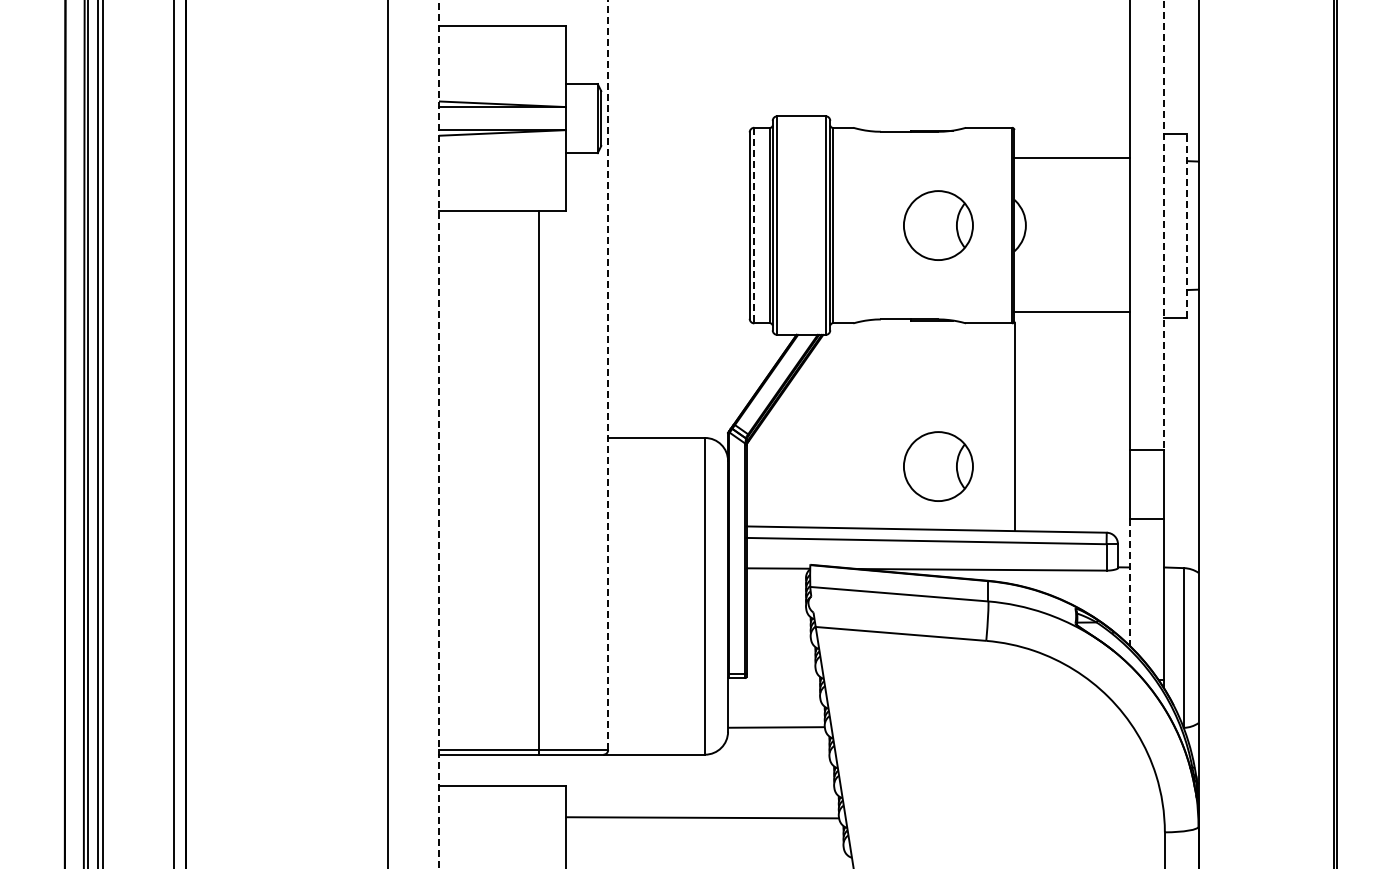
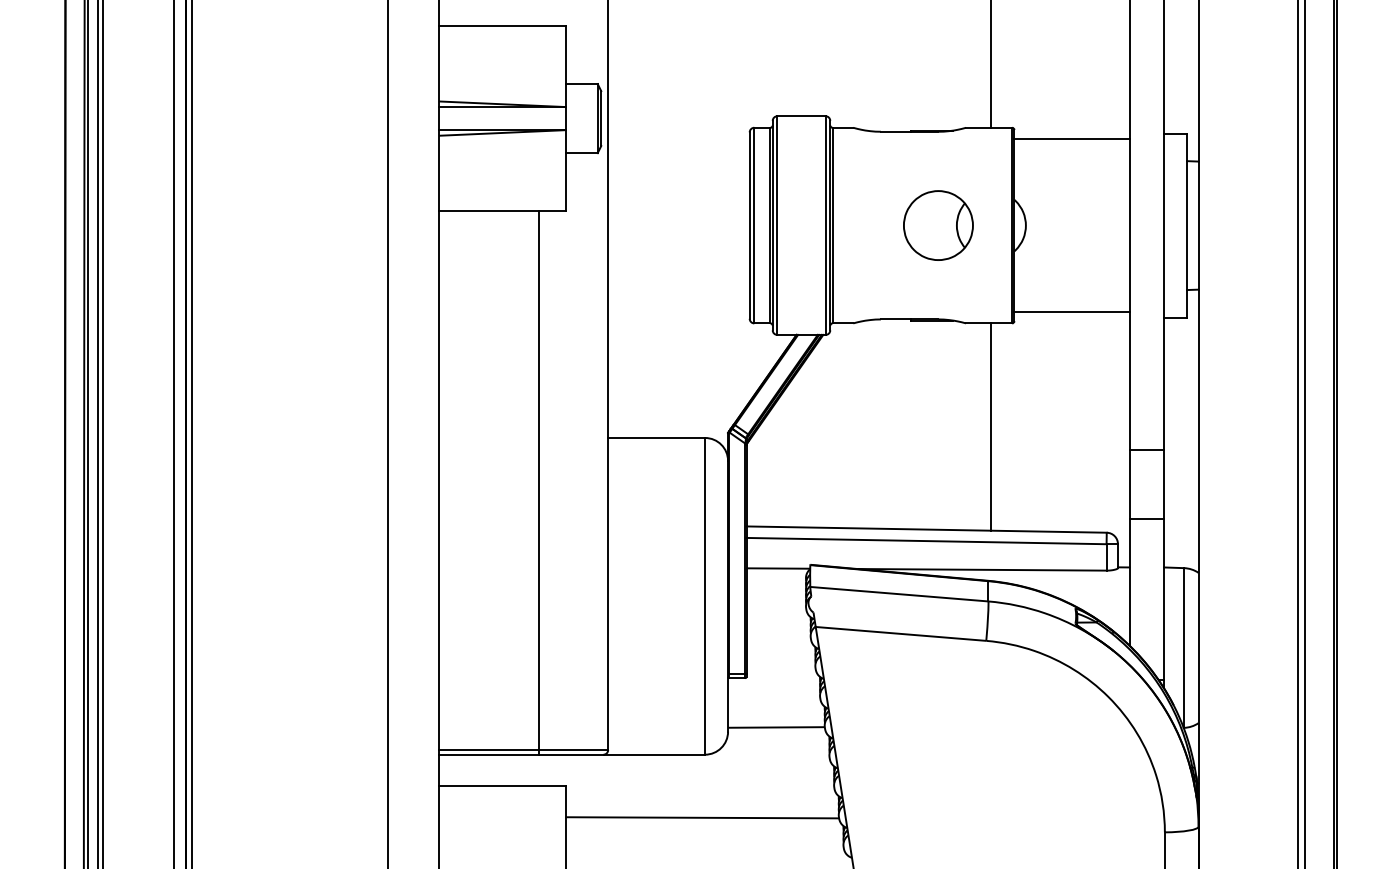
line at (991, 64): none -> present
line at (1071, 158) position: (1071, 158) -> (1071, 139)
line at (754, 225): dashed -> solid
line at (1164, 225): dashed -> solid
line at (1187, 225): dashed -> solid
line at (608, 375): dashed -> solid
line at (1015, 426) position: (1015, 426) -> (991, 426)
line at (191, 433): none -> present
line at (1297, 433): none -> present
line at (1305, 433): none -> present
line at (438, 434): dashed -> solid
part at (938, 466): present -> none
line at (1129, 582): dashed -> solid
